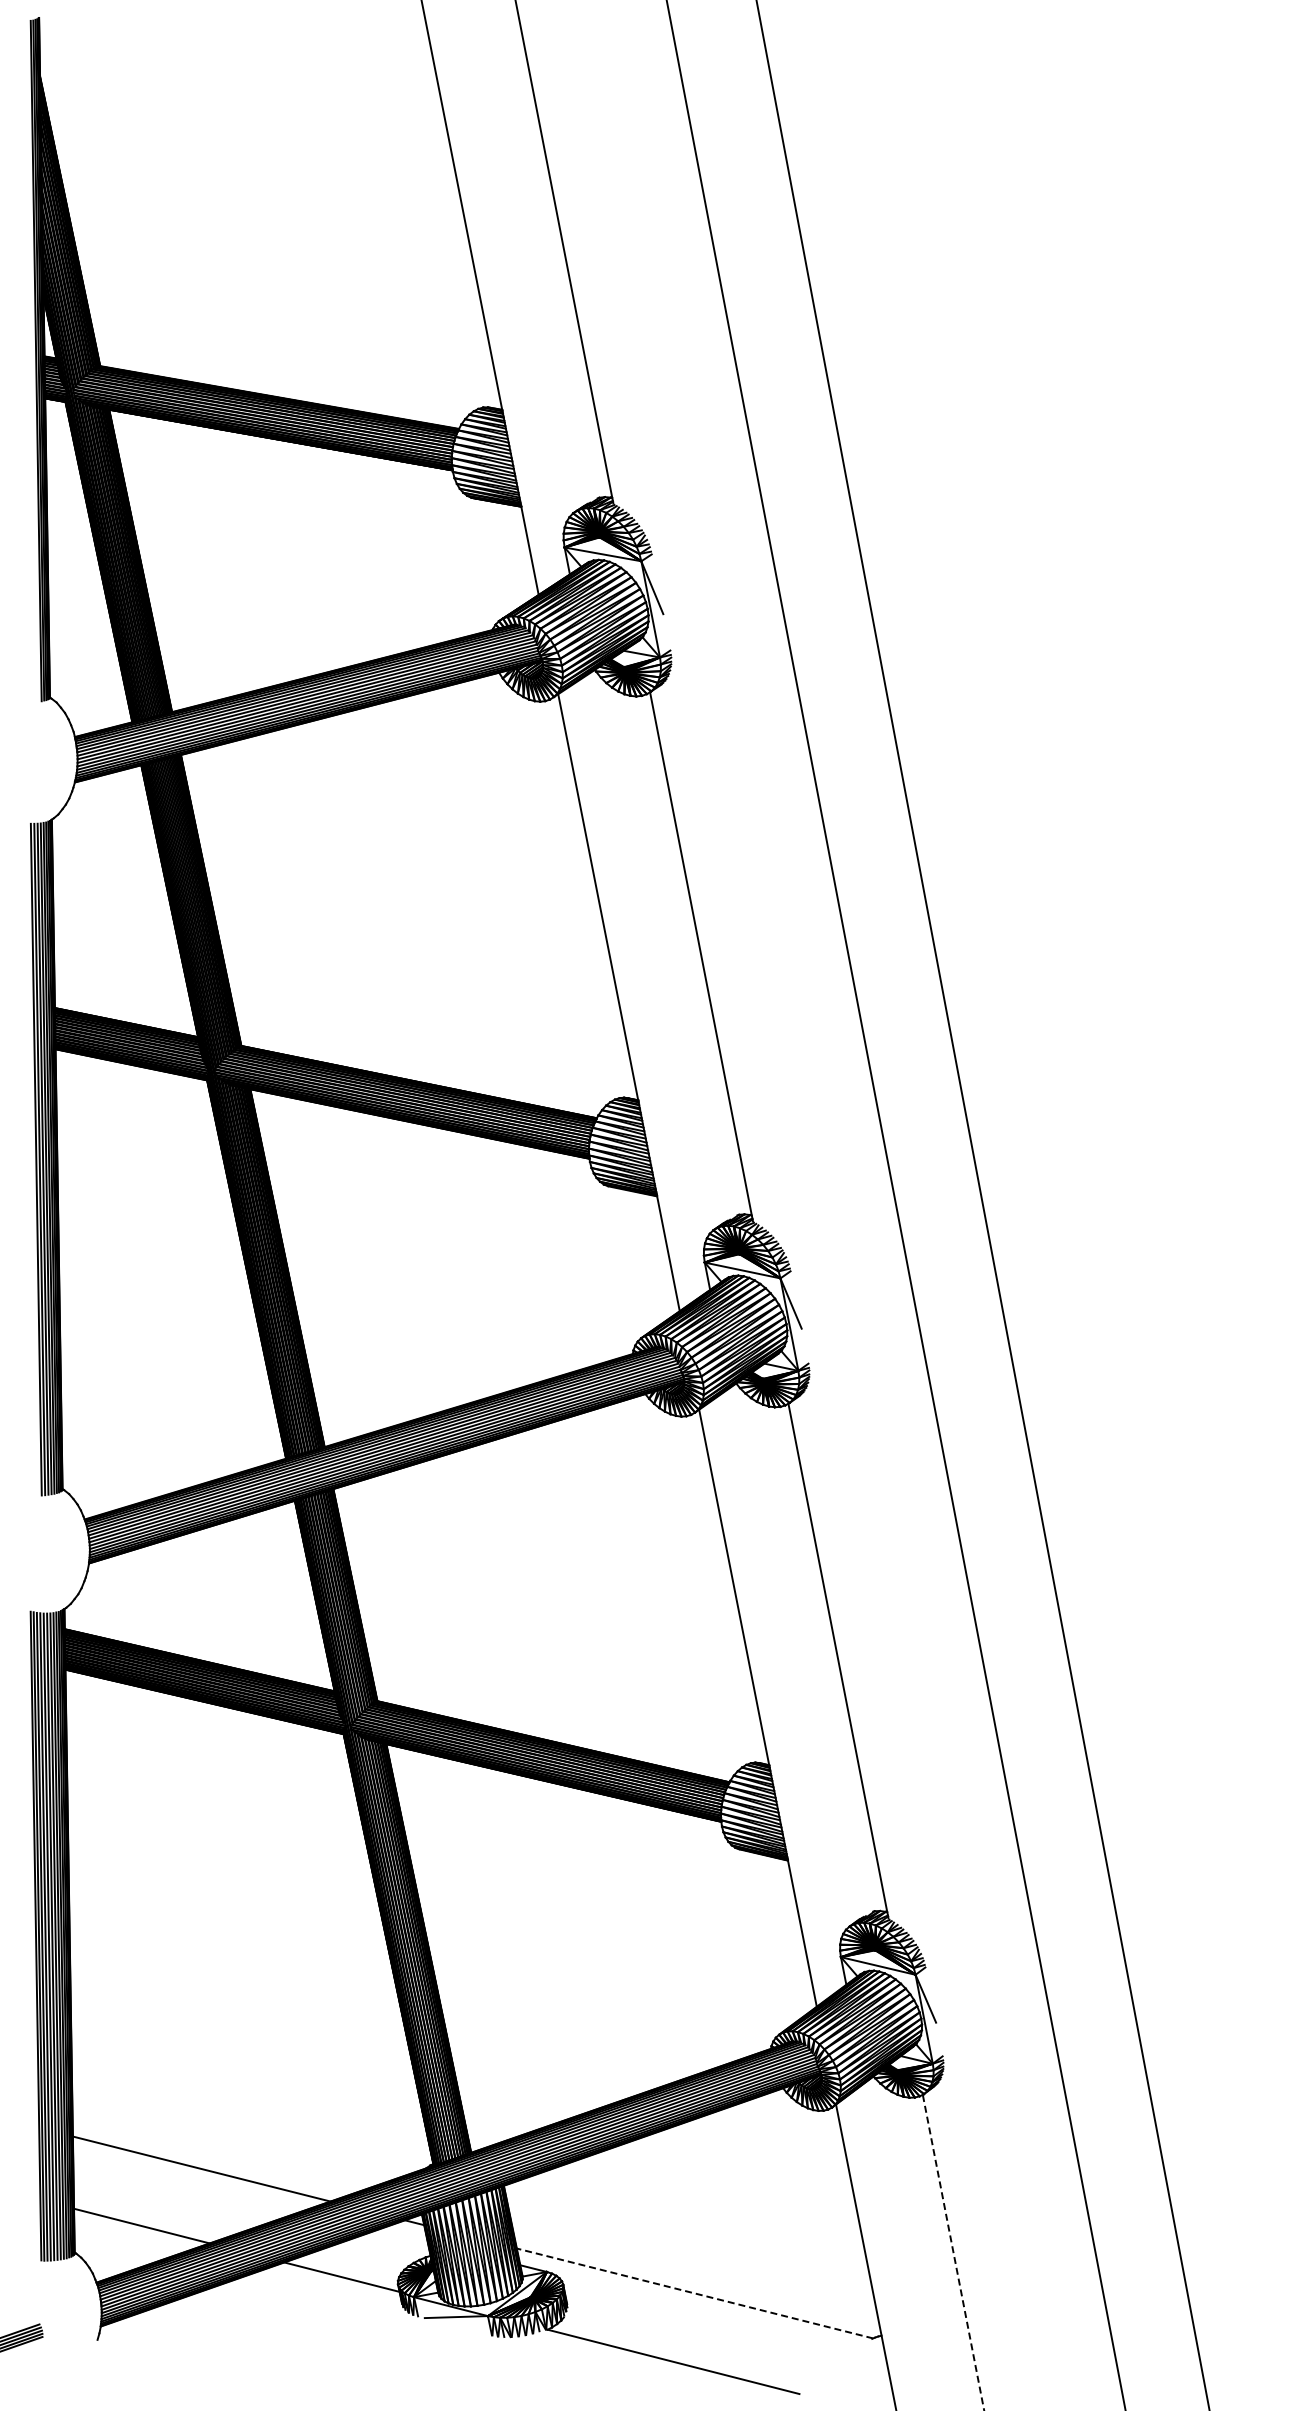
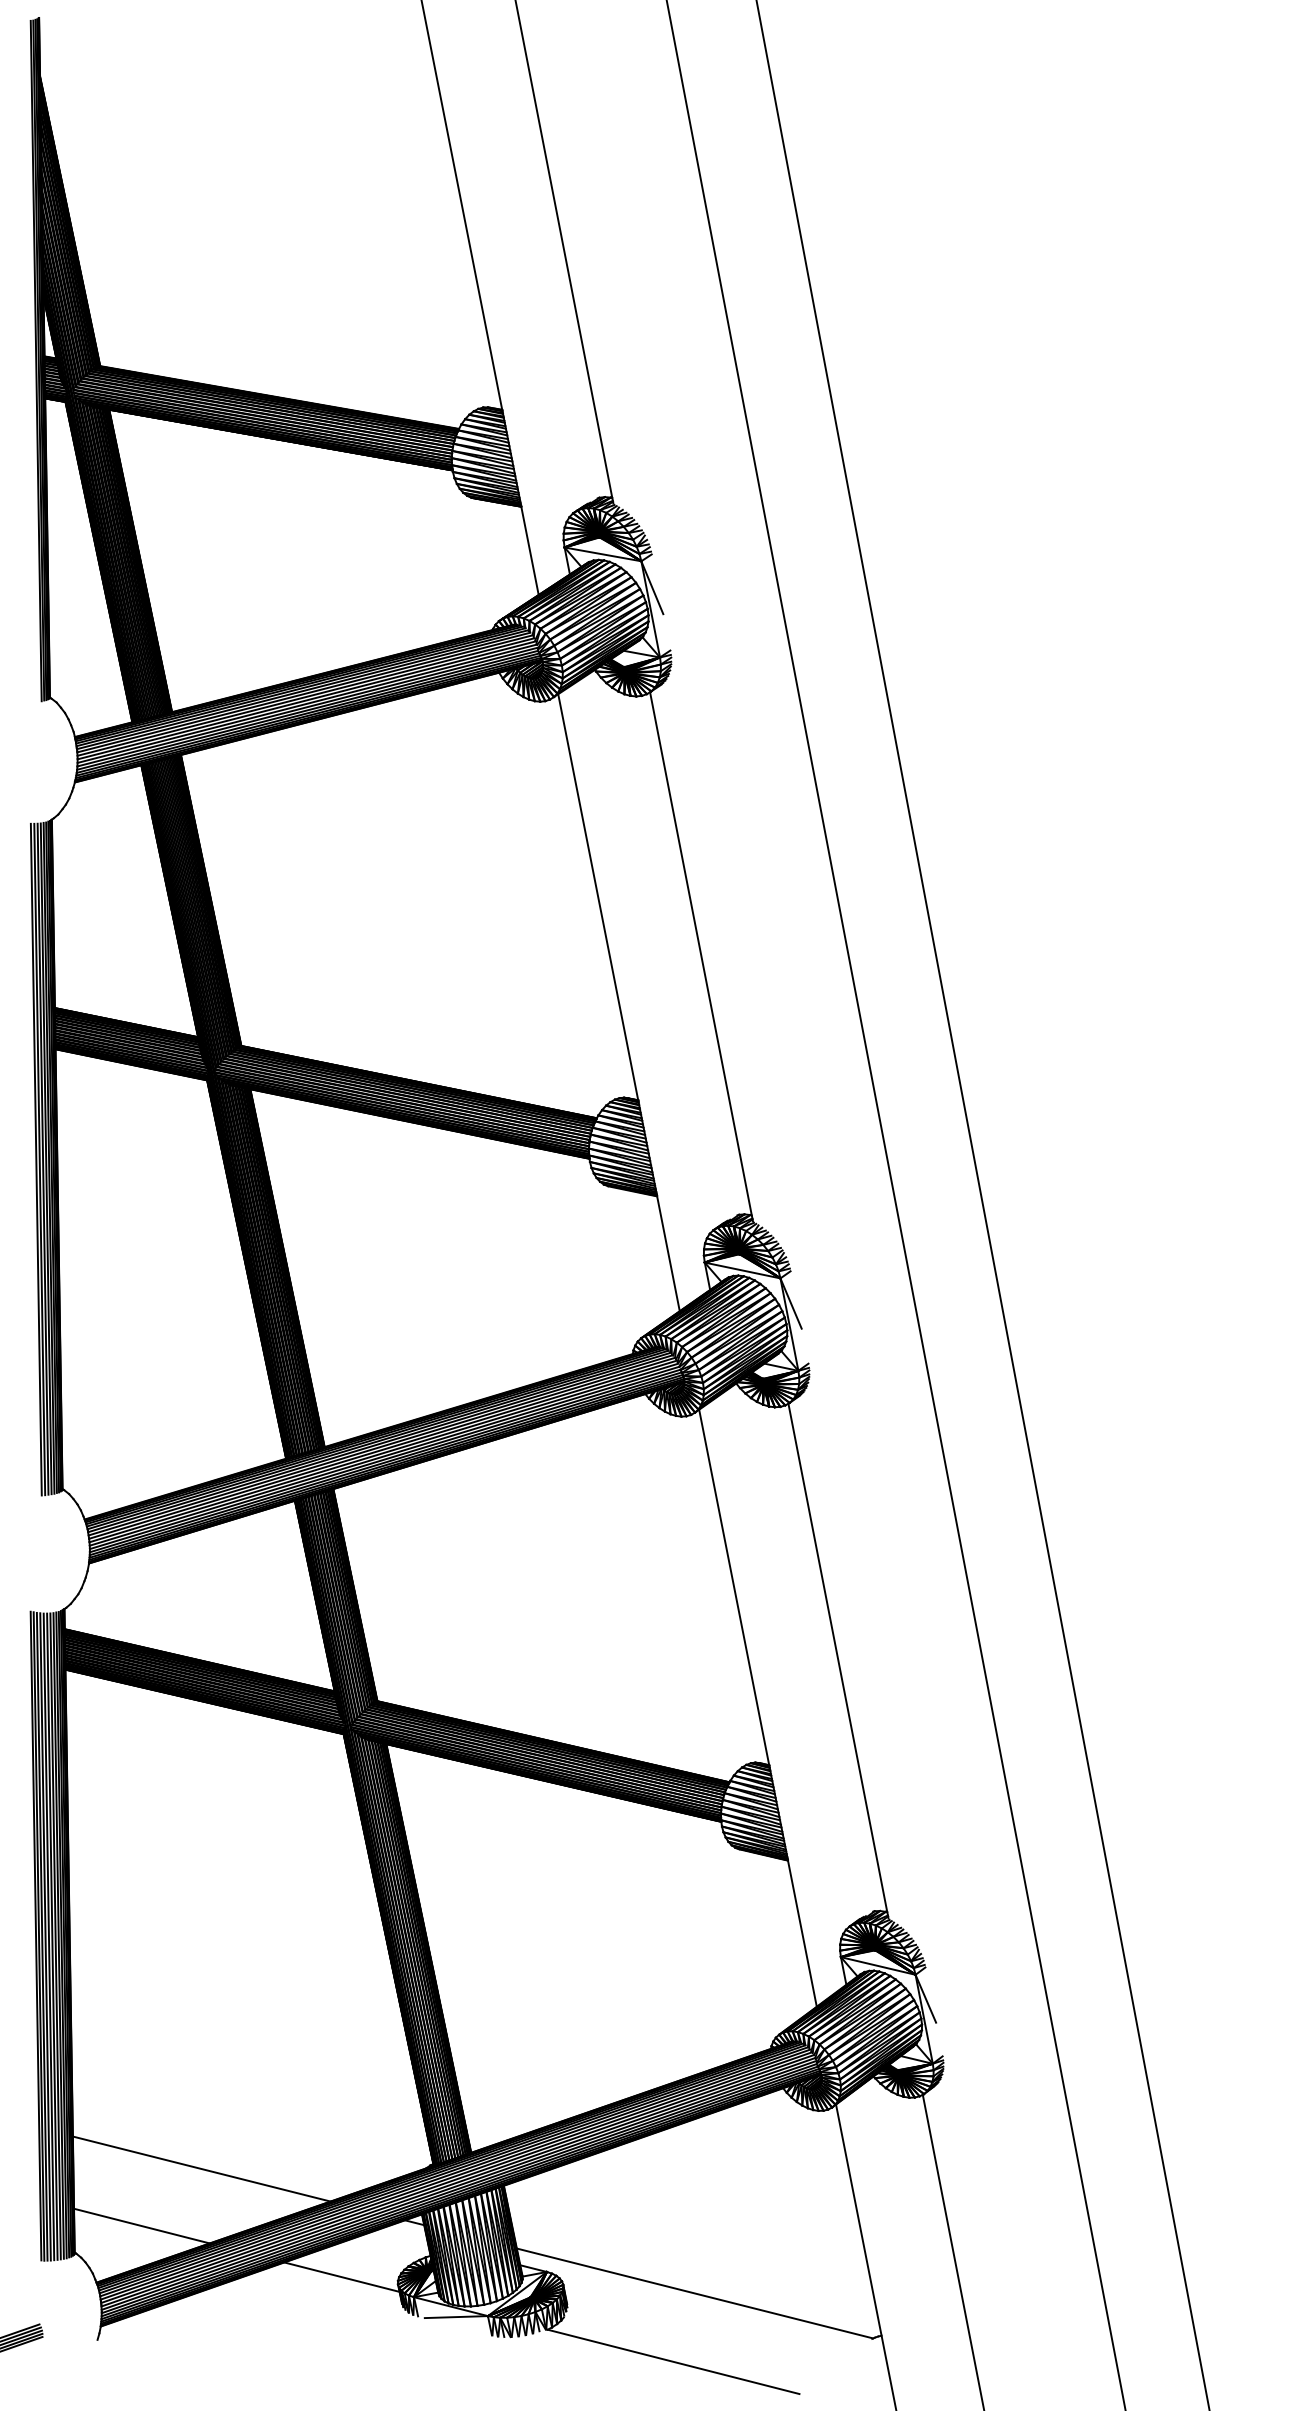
line at (953, 2252): dashed -> solid
line at (695, 2293): dashed -> solid
